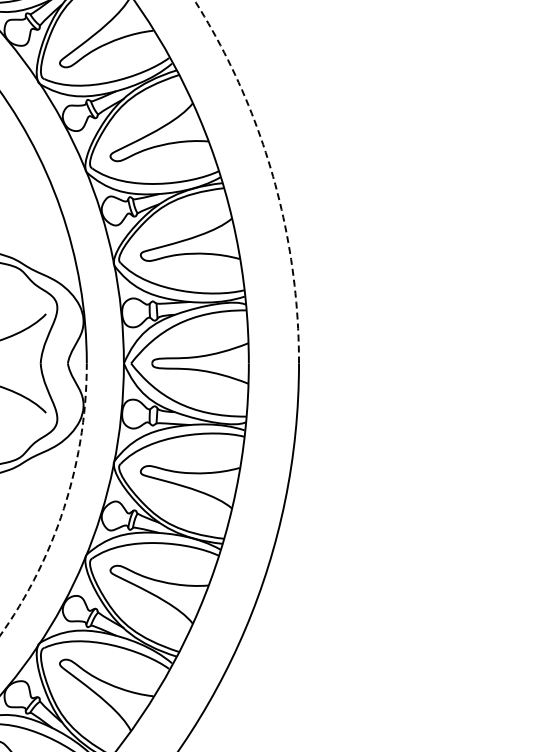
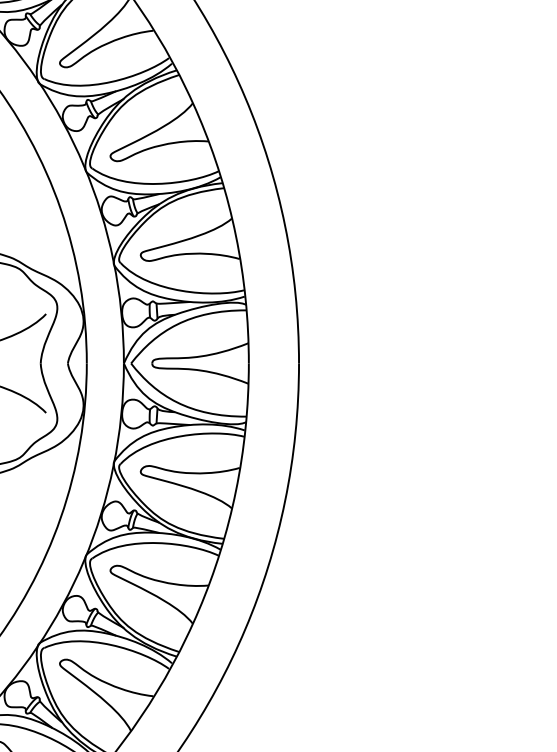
arc at (272, 173): dashed -> solid
arc at (64, 505): dashed -> solid
